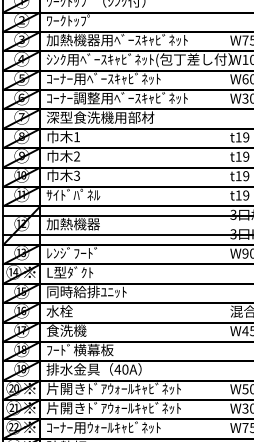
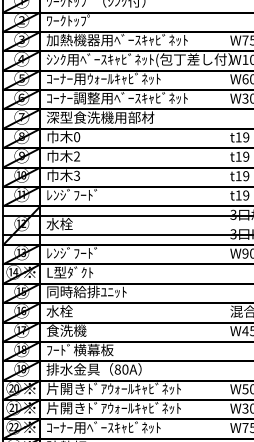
text at (100, 78): ｺｰﾅｰ用ﾍﾞｰｽｷｬﾋﾞﾈｯﾄ -> ｺｰﾅｰ用ｳｫｰﾙｷｬﾋﾞﾈｯﾄ
text at (77, 137): 1 -> 0
text at (73, 194): ｻｲﾄﾞﾊﾟﾈﾙ -> ﾚﾝｼﾞﾌｰﾄﾞ
text at (72, 224): 加熱機器 -> 水栓
text at (117, 369): 40A -> 80A
text at (100, 427): ｺｰﾅｰ用ｳｫｰﾙｷｬﾋﾞﾈｯﾄ -> ｺｰﾅｰ用ﾍﾞｰｽｷｬﾋﾞﾈｯﾄ
